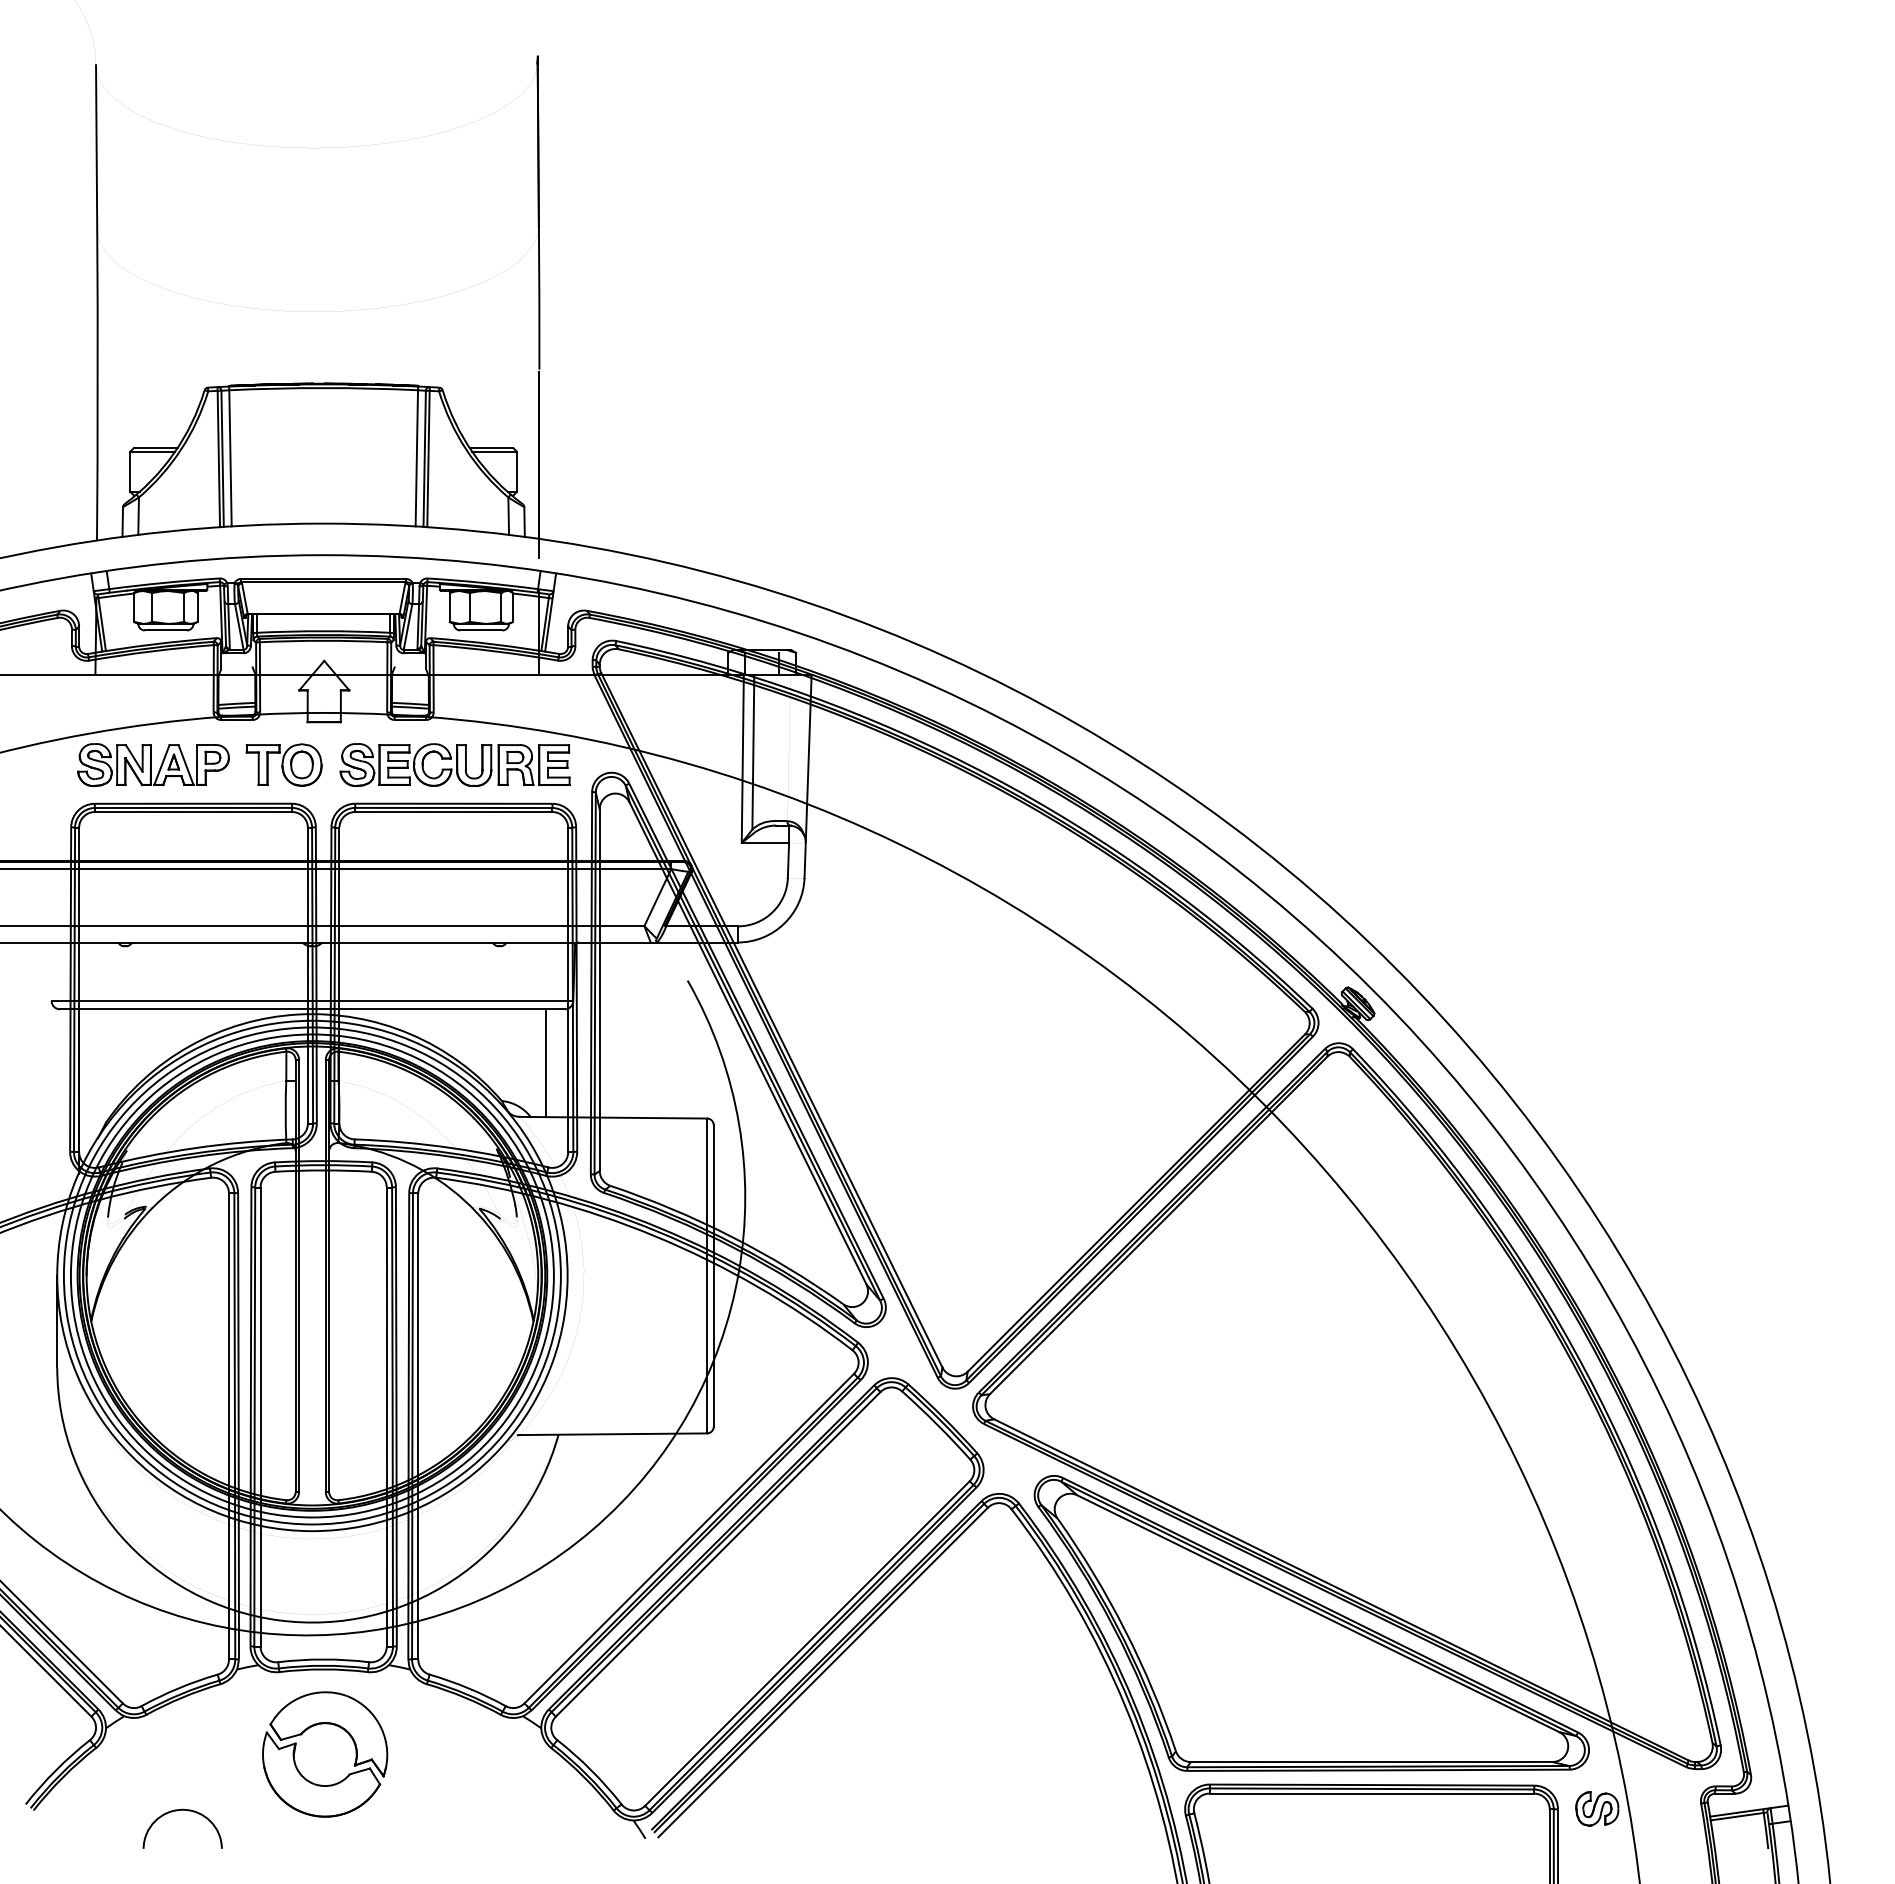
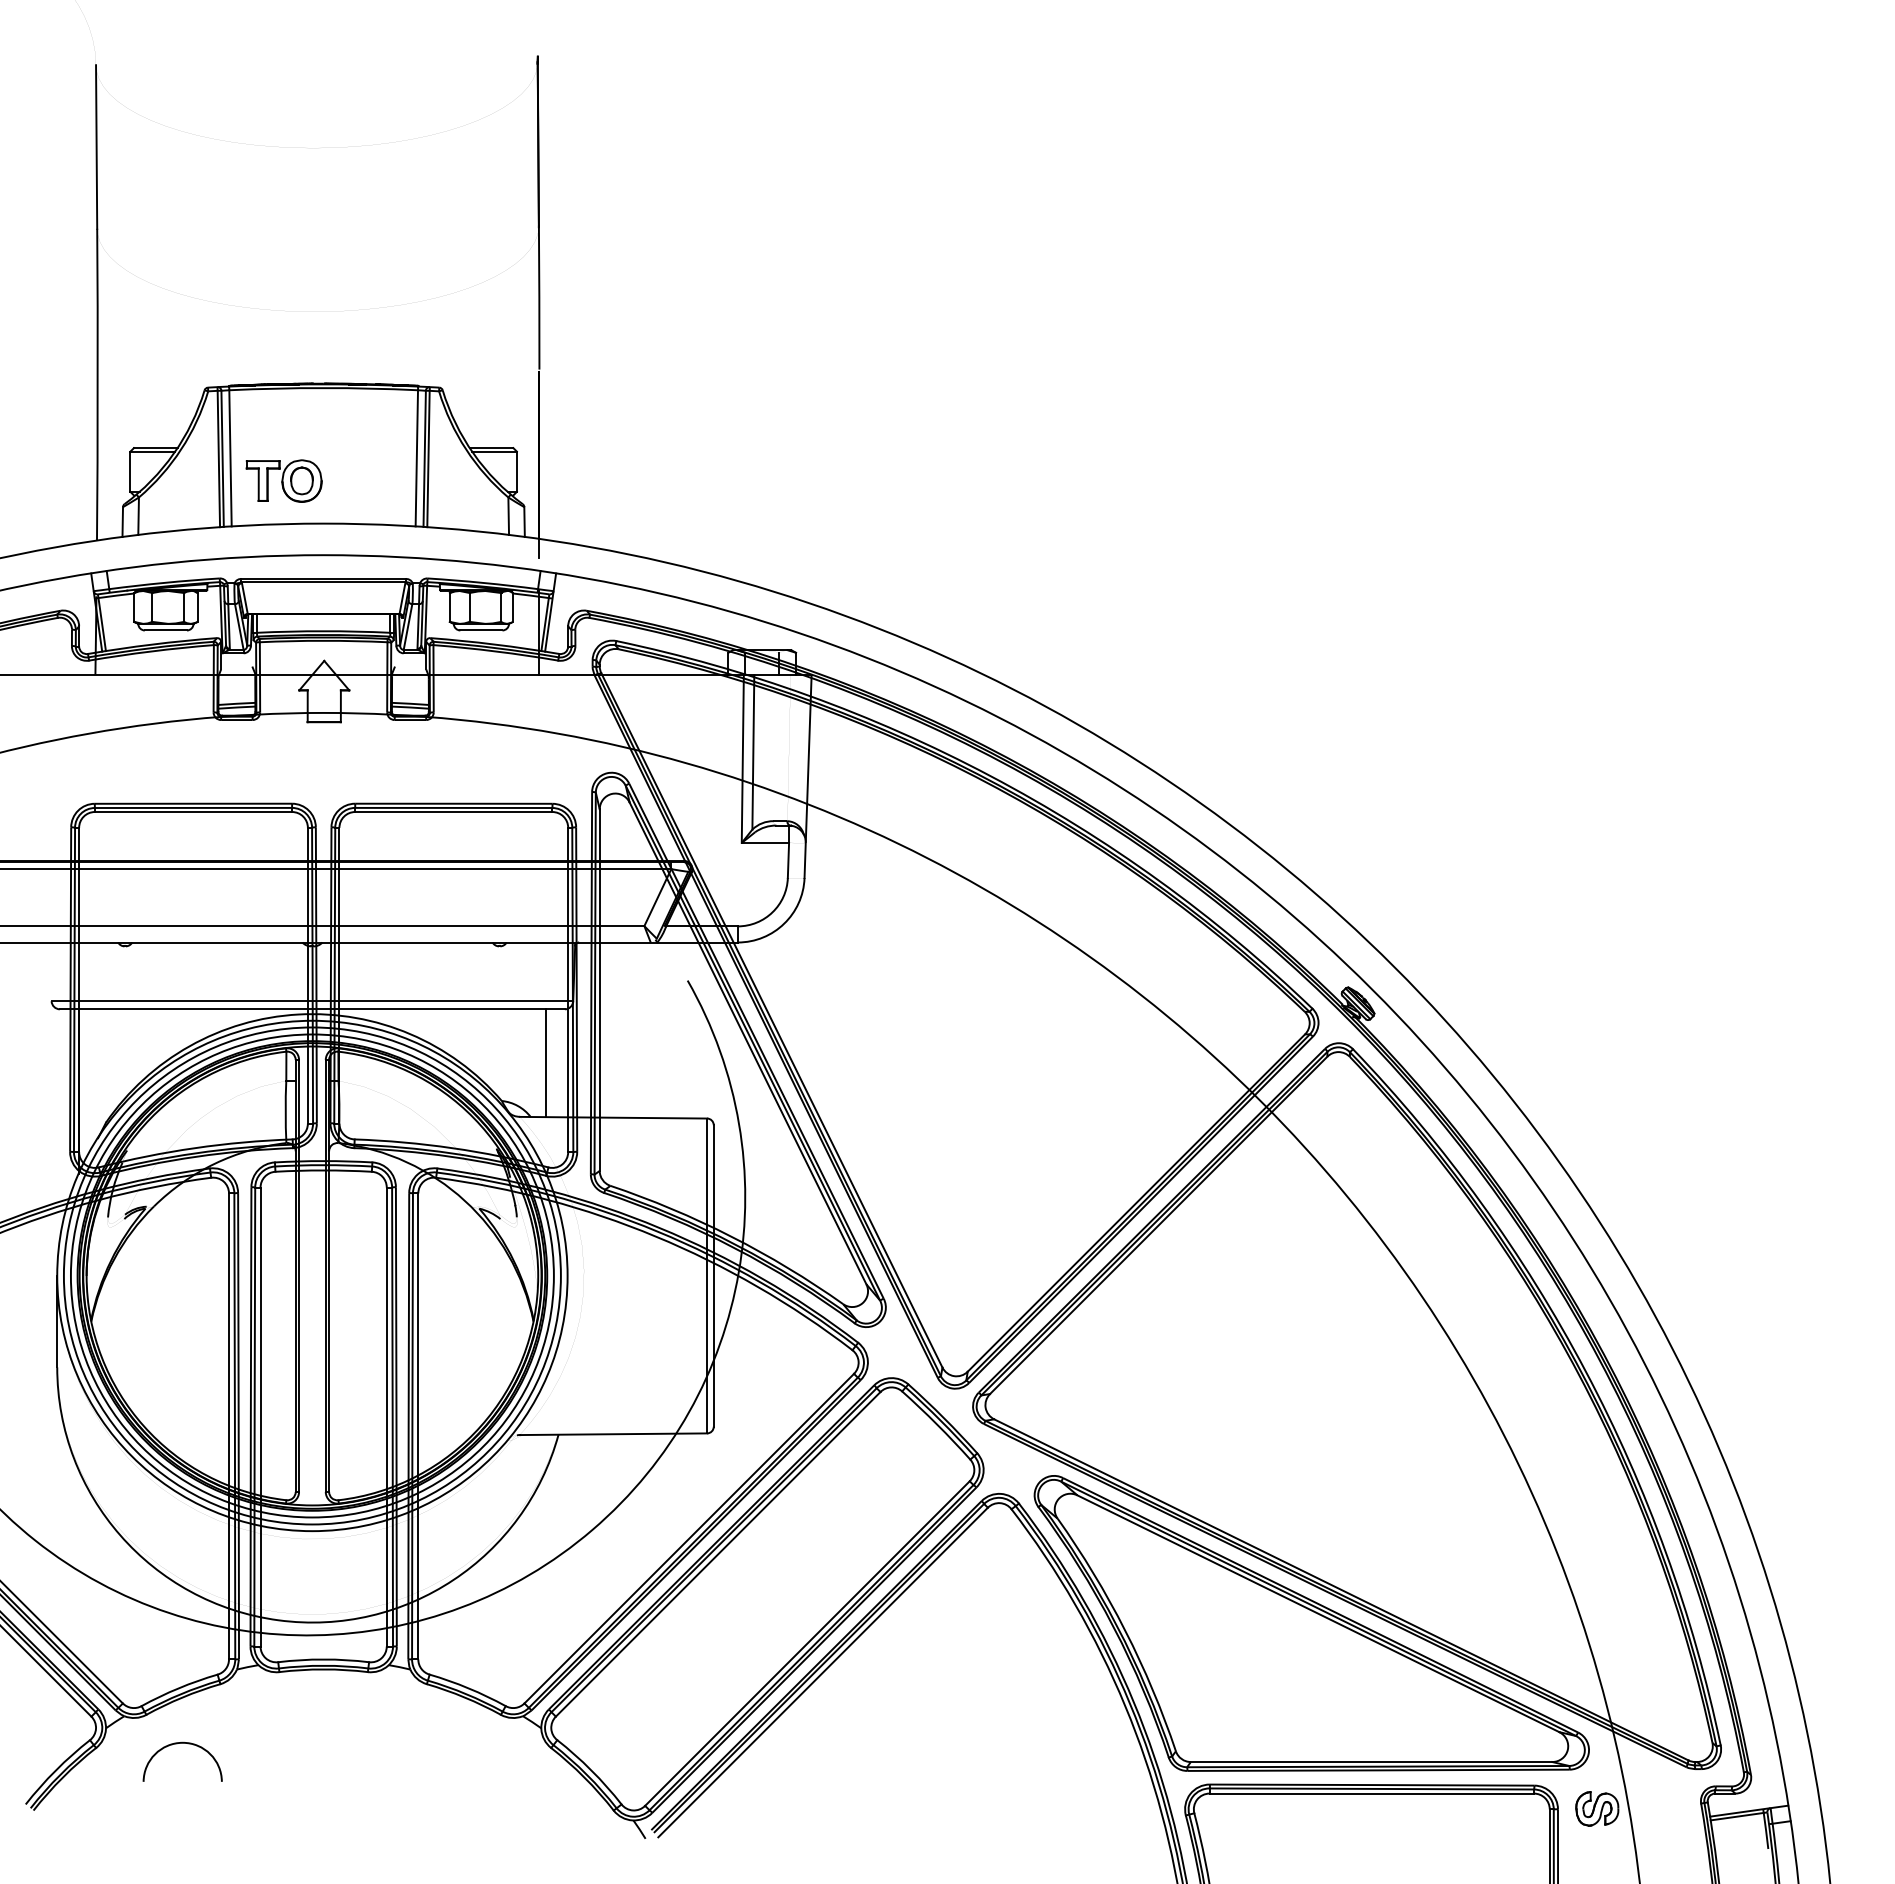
part at (153, 764): present -> none
part at (283, 764) position: (283, 764) -> (283, 480)
part at (454, 764): present -> none
part at (348, 1773): present -> none
arc at (177, 1811) position: (177, 1811) -> (177, 1744)
